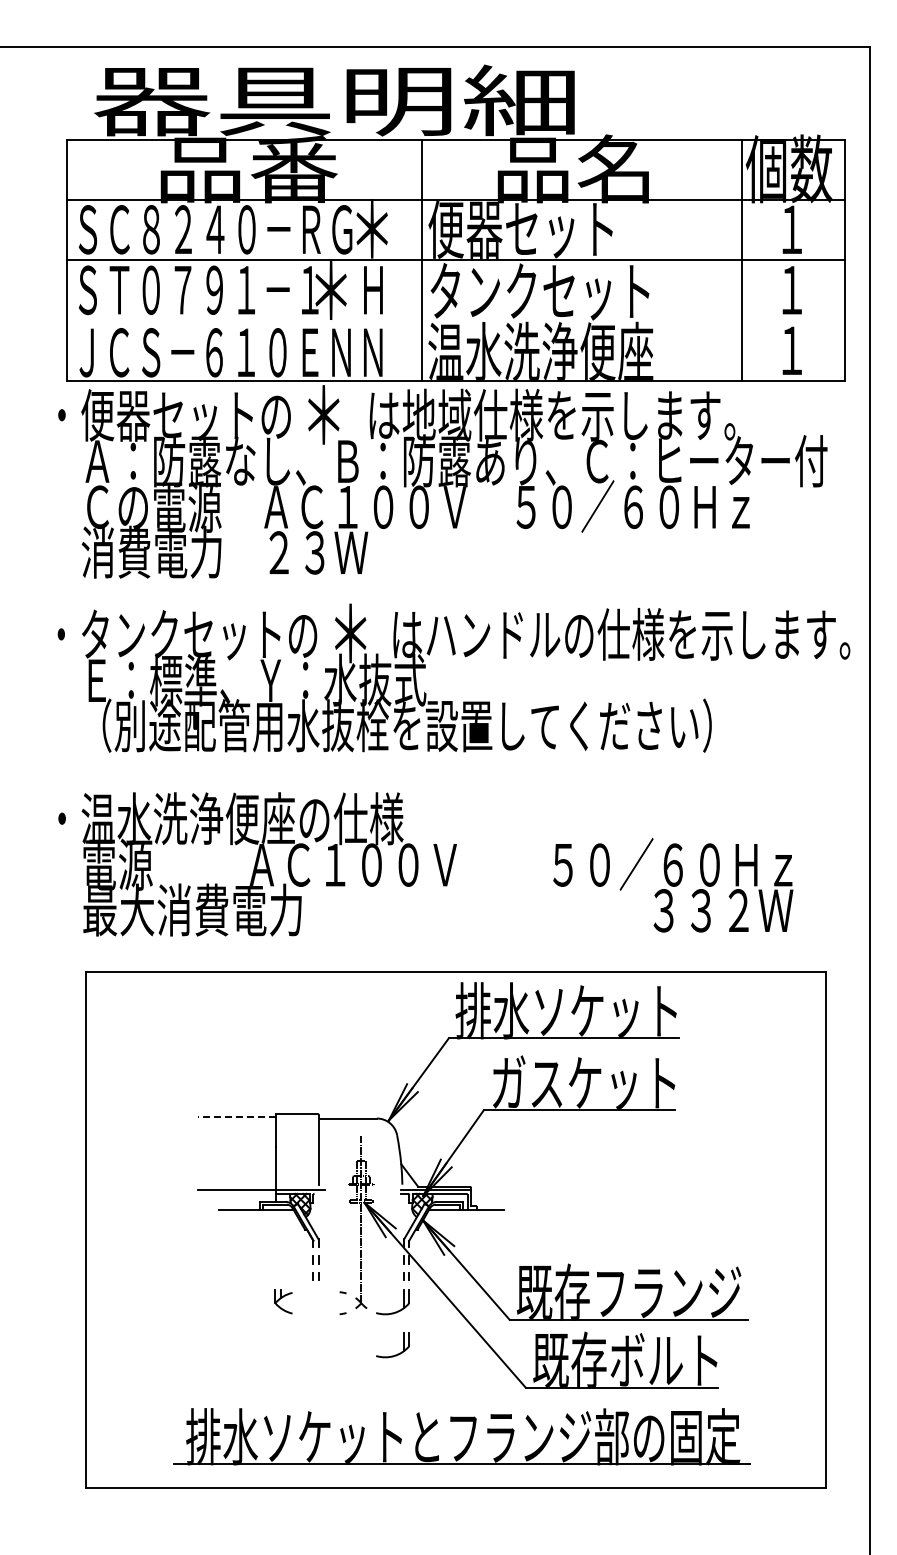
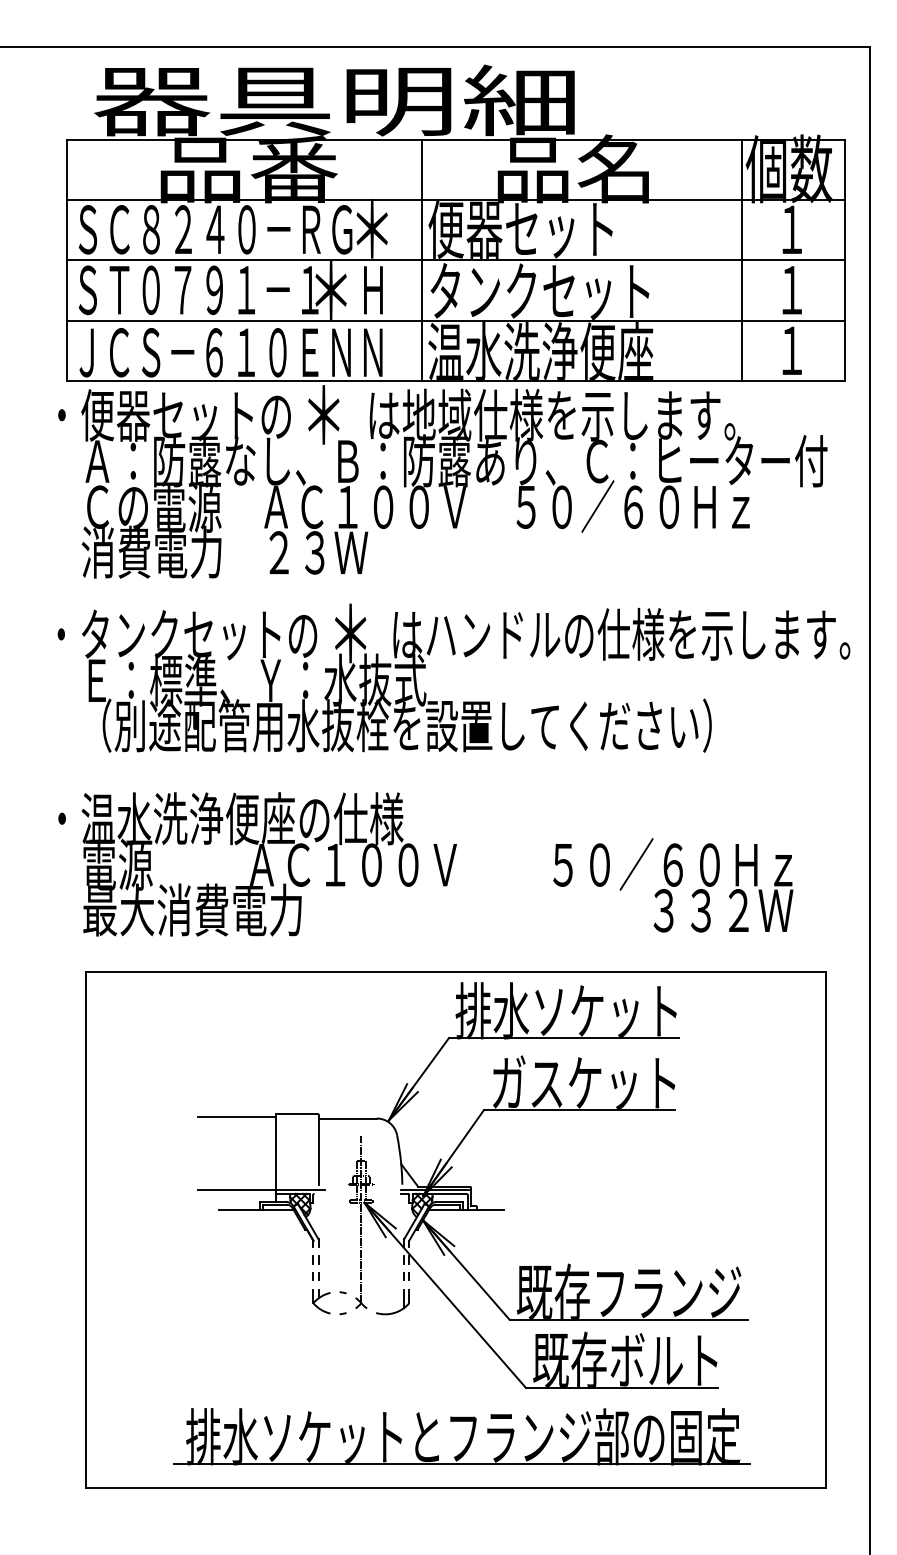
line at (455, 320): none -> present
line at (236, 1117): dashed -> solid
part at (283, 1301) position: (283, 1301) -> (321, 1301)
part at (397, 1353): present -> none
